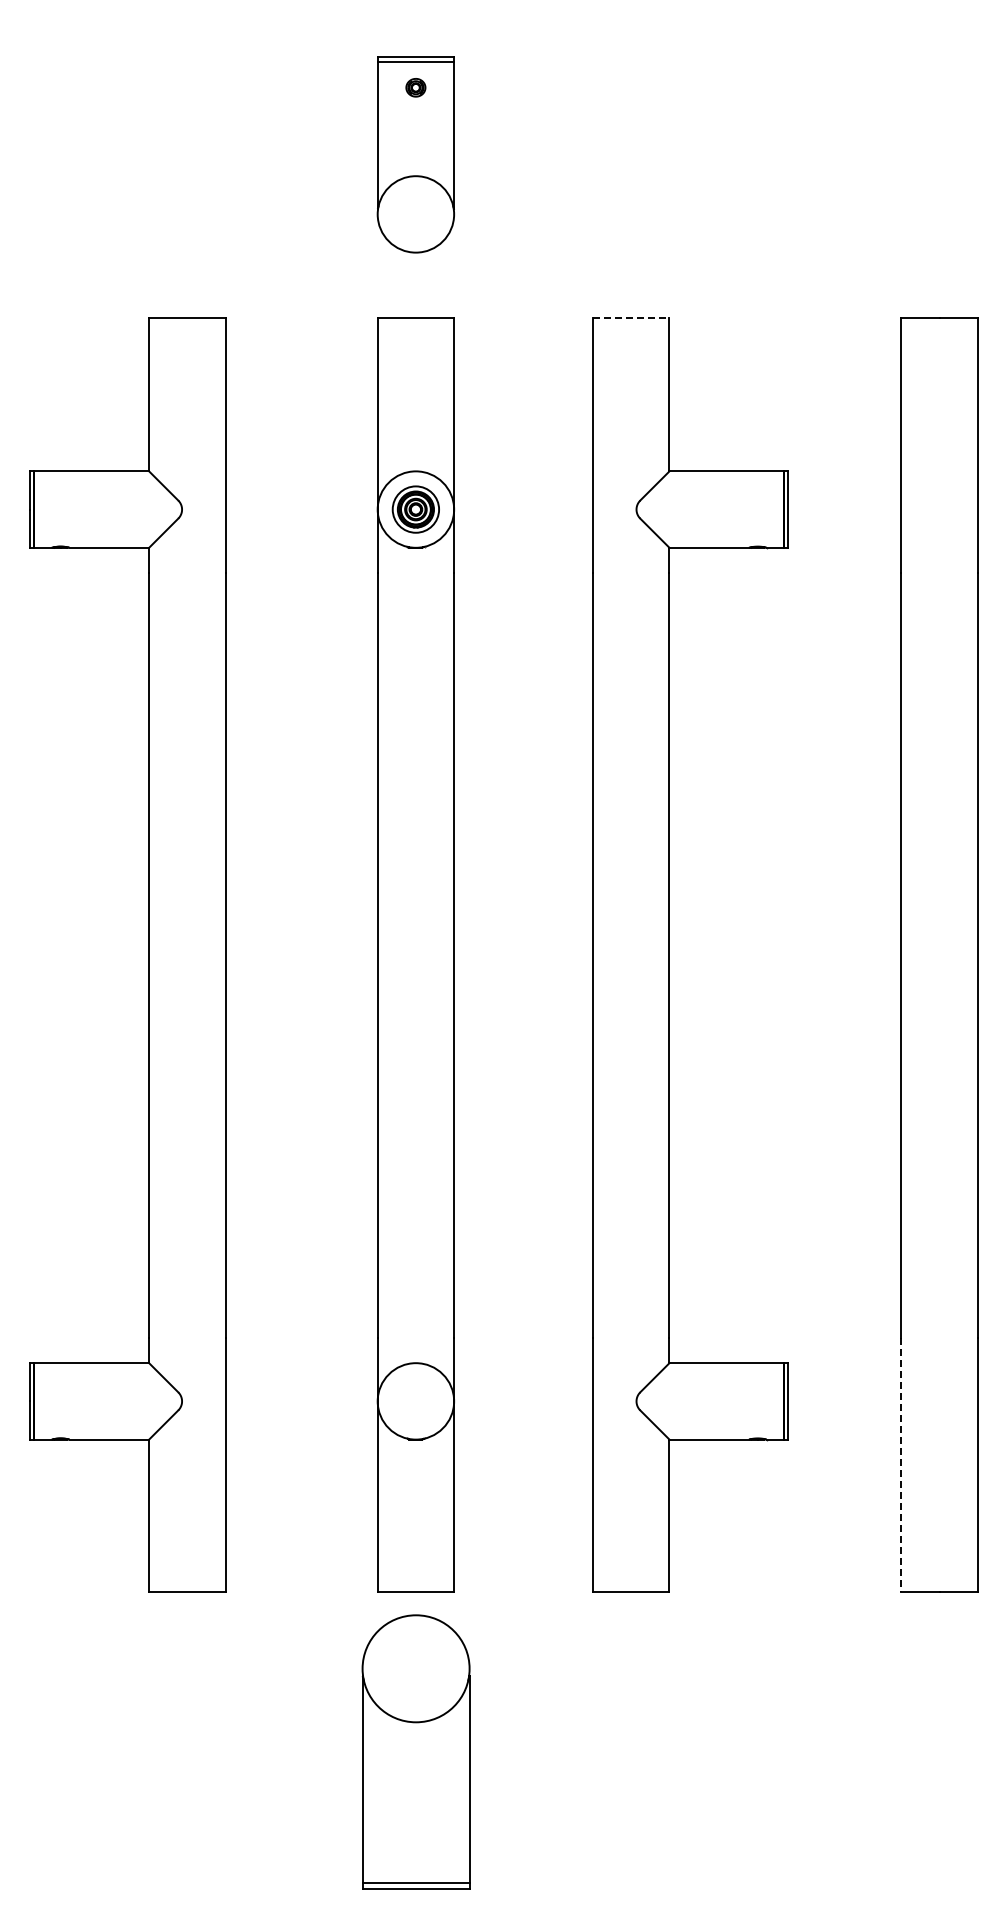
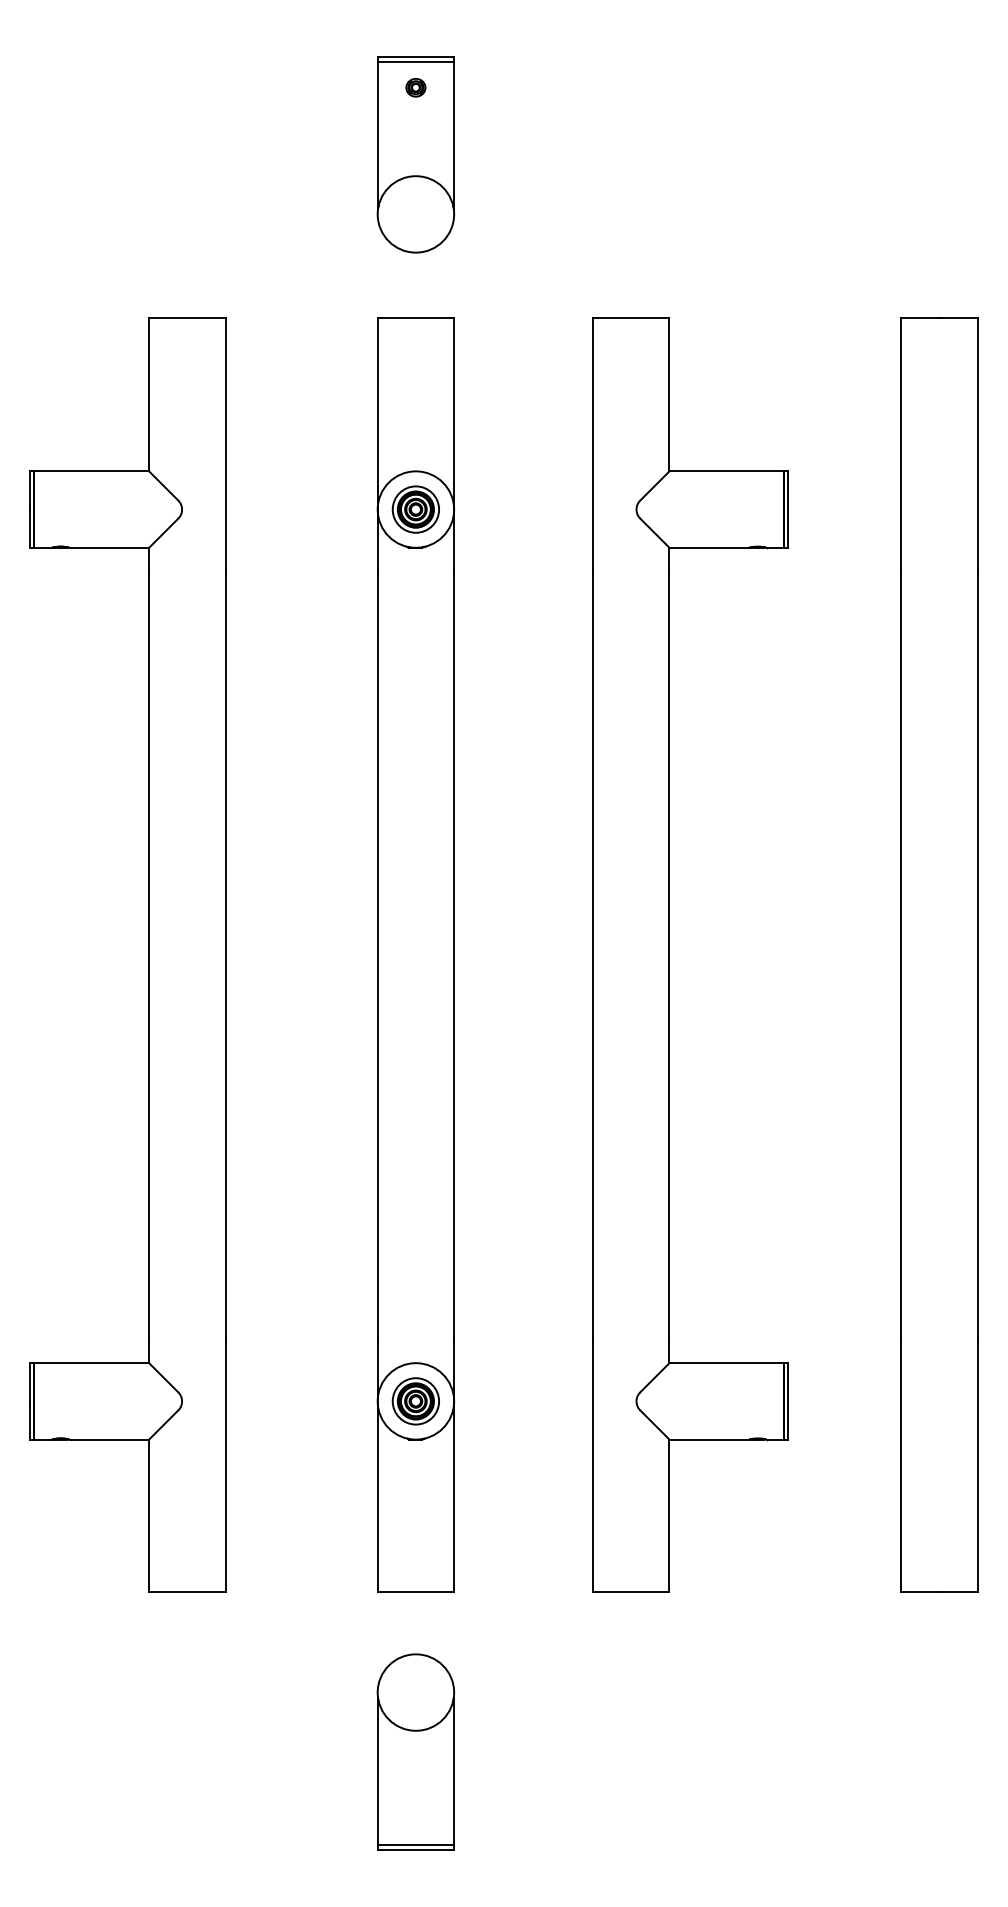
line at (631, 318): dashed -> solid
part at (415, 1401): none -> present
line at (901, 1465): dashed -> solid
part at (415, 1751) size: 110x276 px -> 79x198 px
